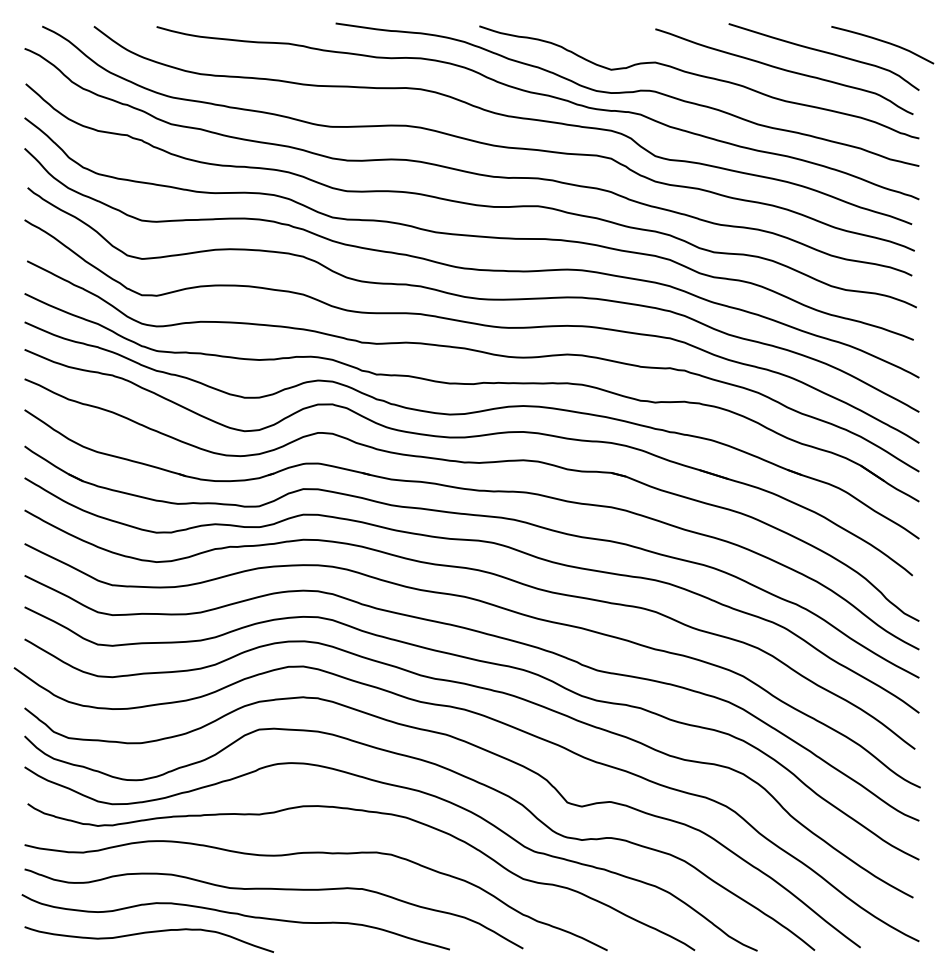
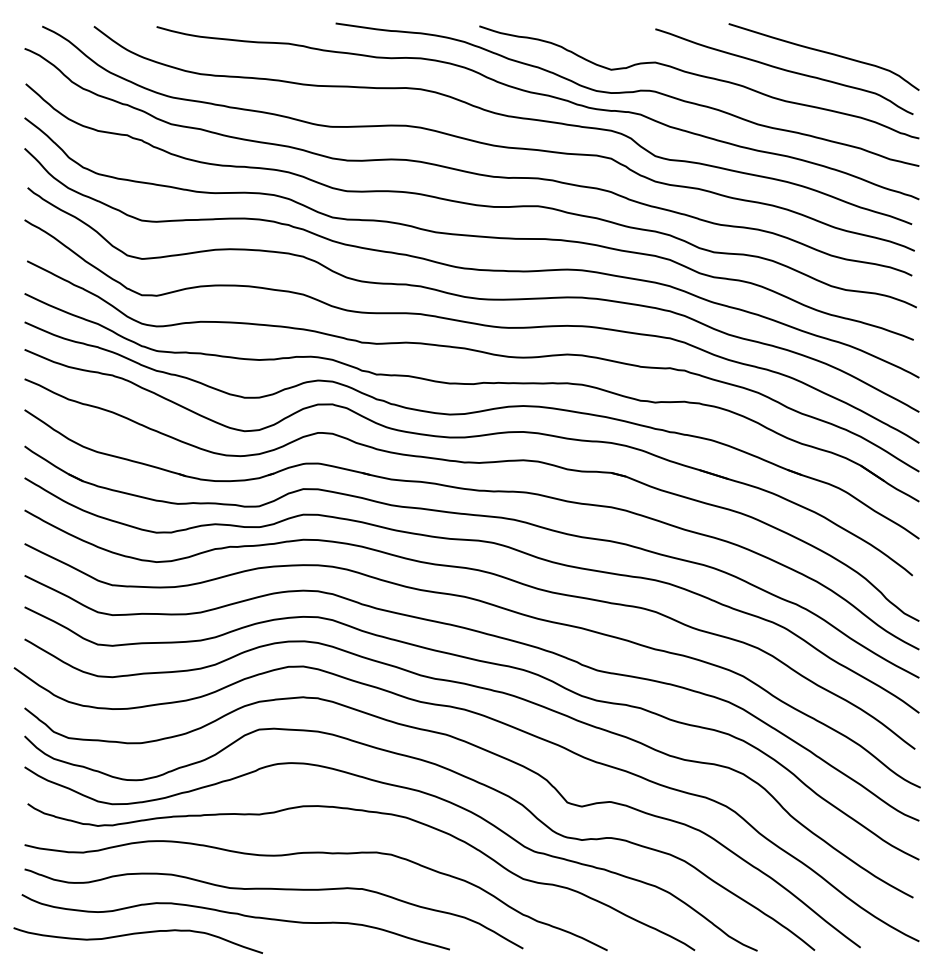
curve at (883, 42): present -> none
curve at (149, 933) position: (149, 933) -> (138, 934)
